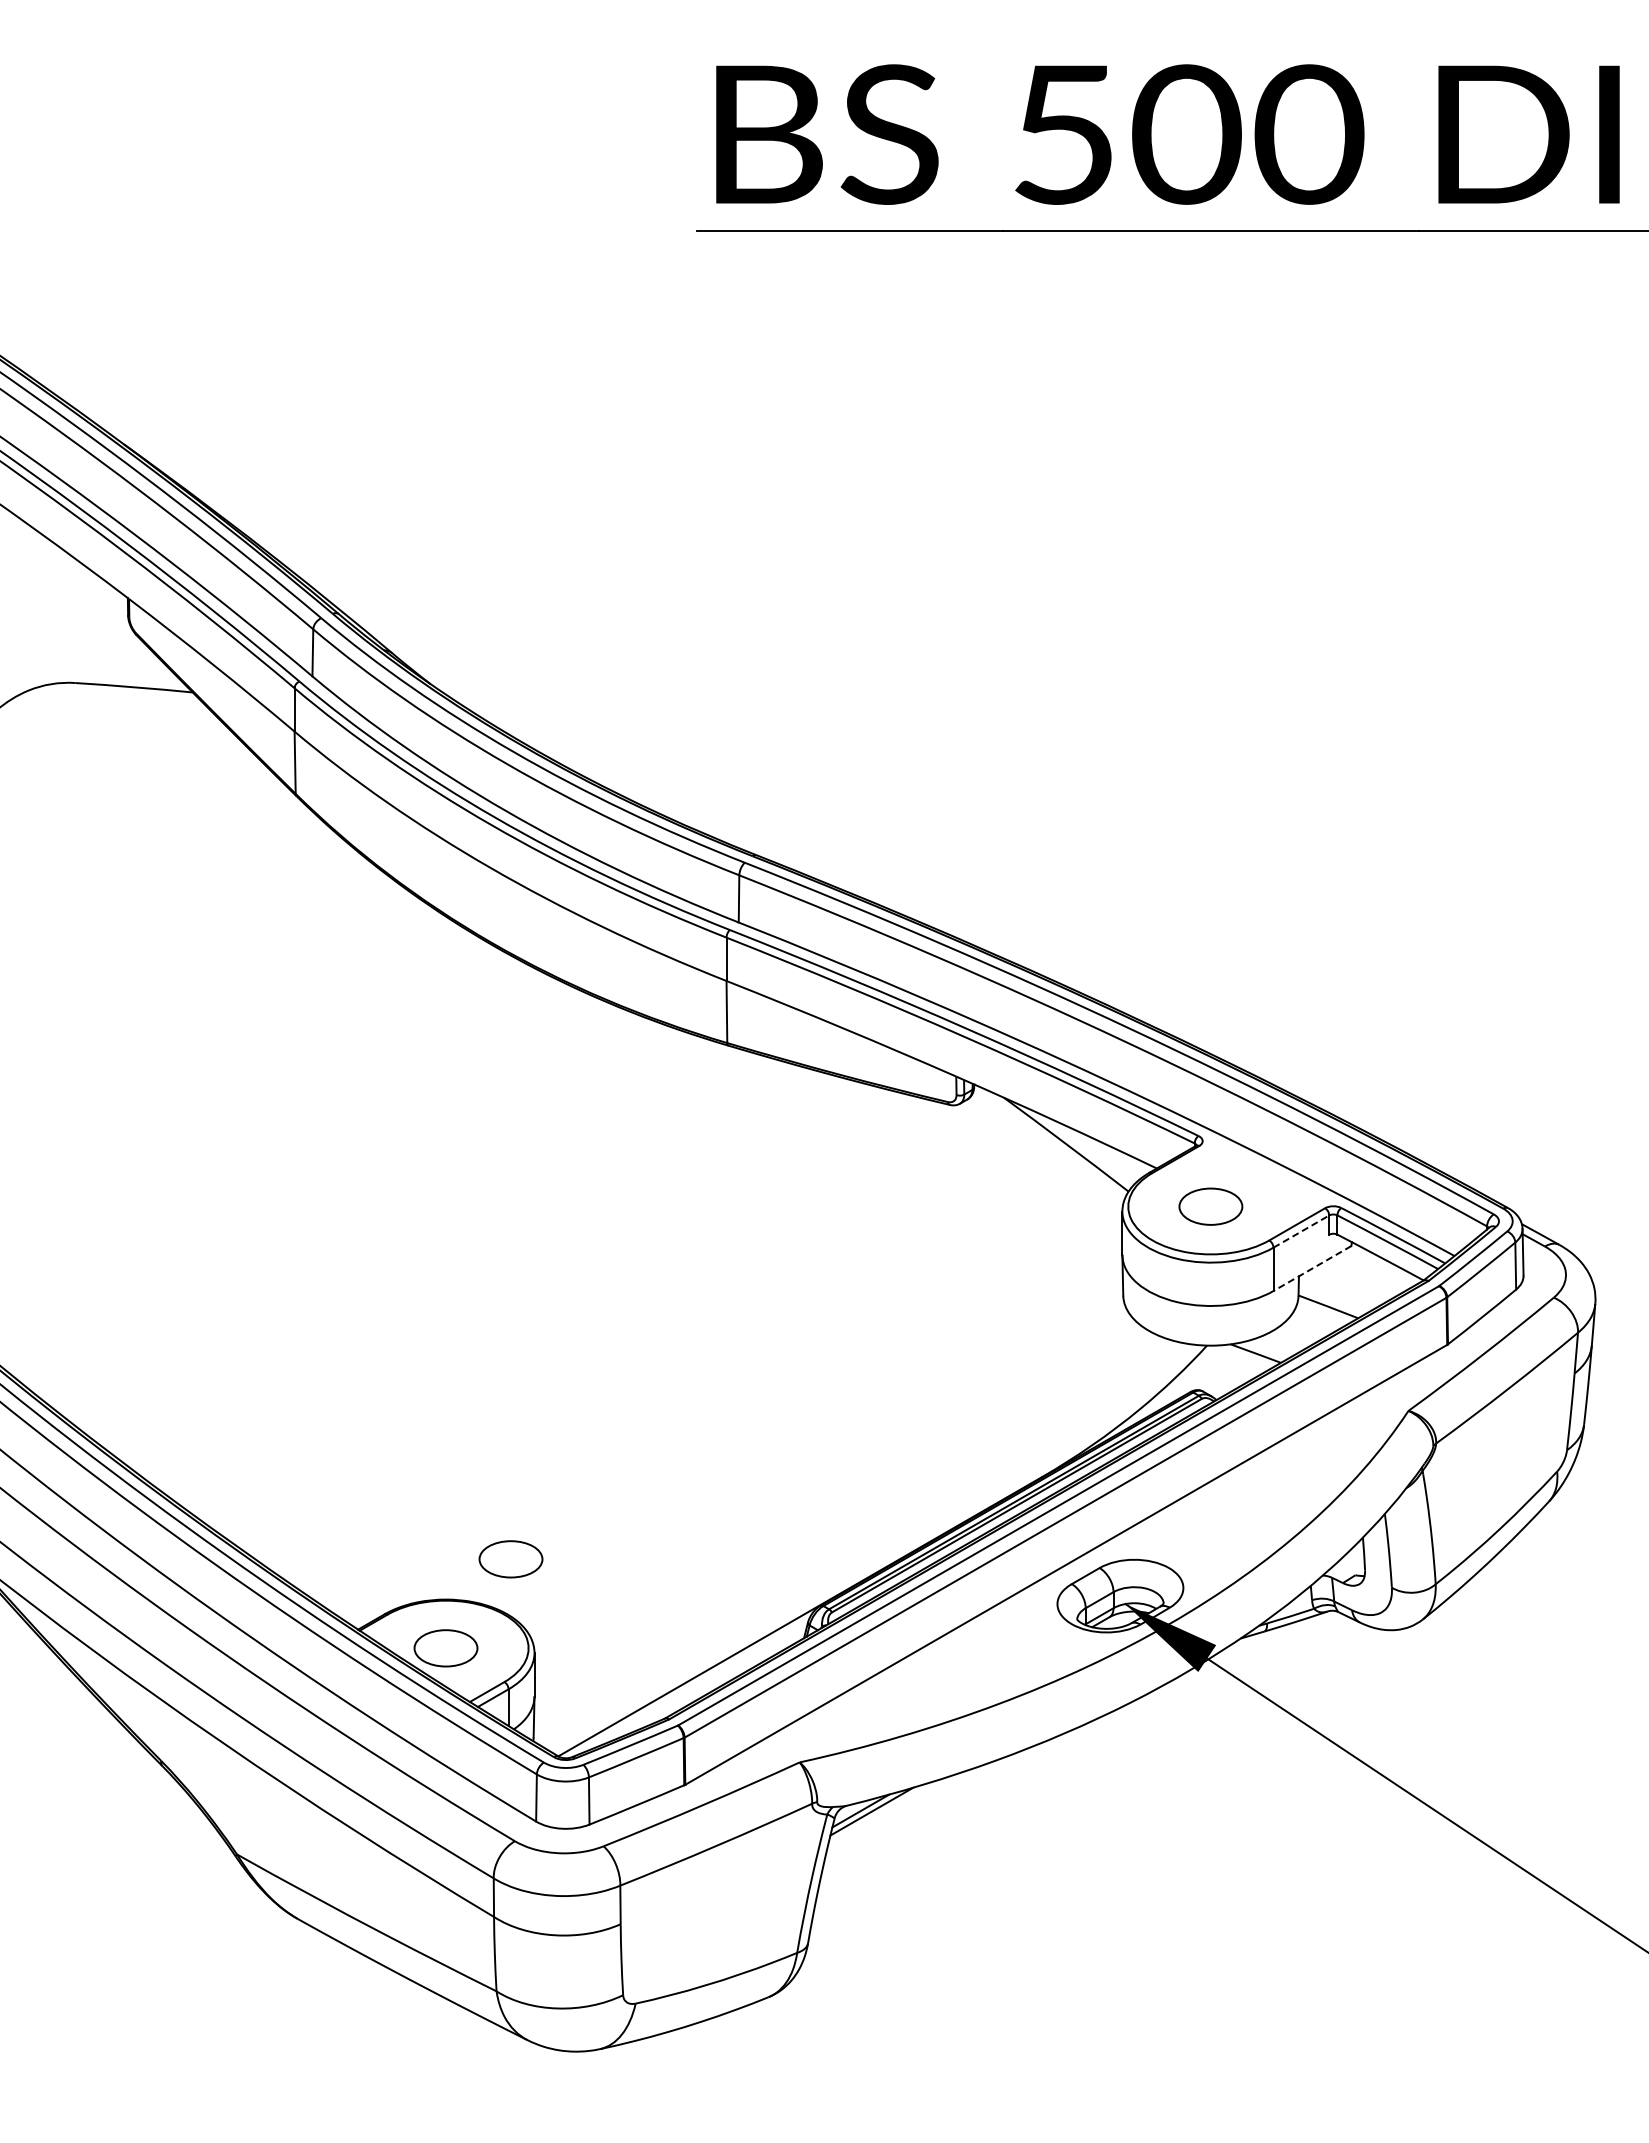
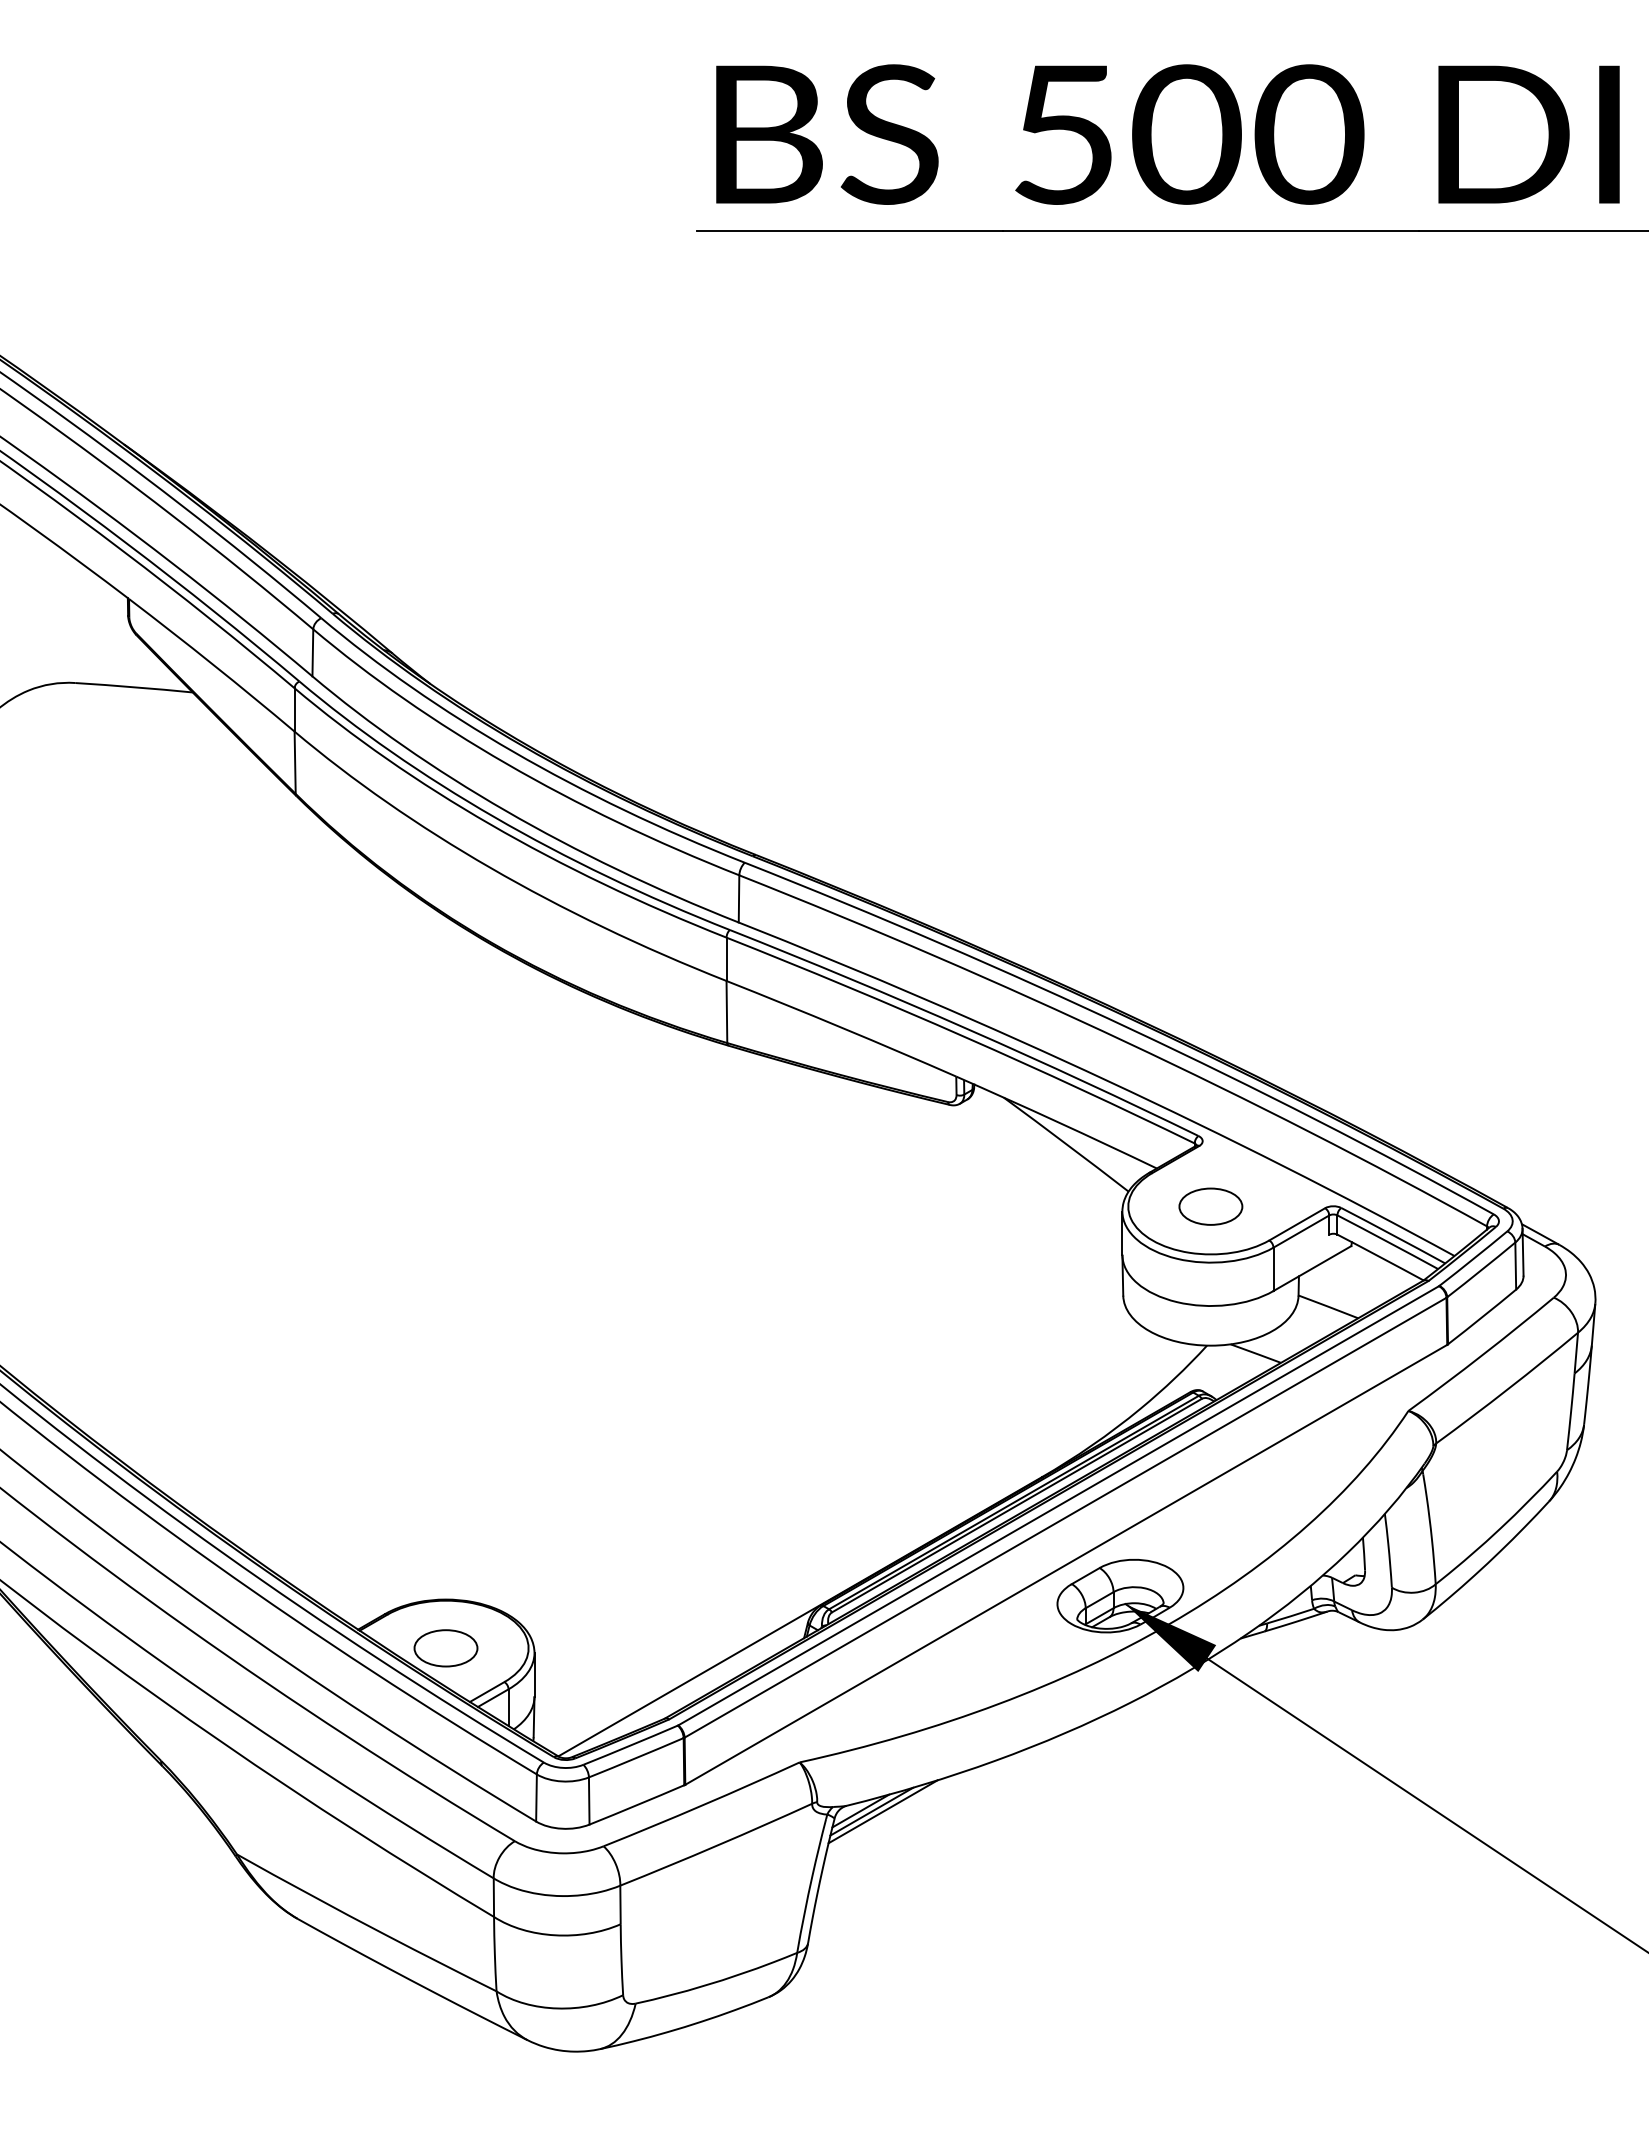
line at (1301, 1231): dashed -> solid
line at (1312, 1268): dashed -> solid
part at (510, 1559): present -> none
line at (882, 1811): none -> present
